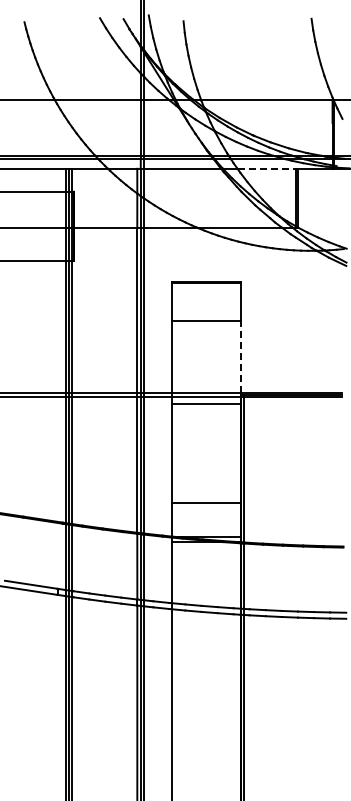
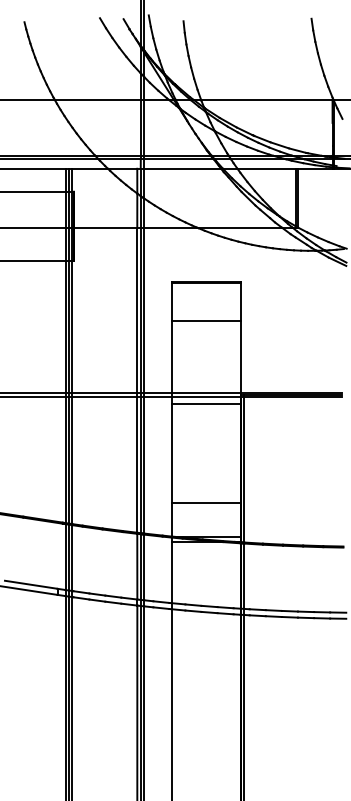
line at (267, 168): dashed -> solid
line at (240, 356): dashed -> solid
